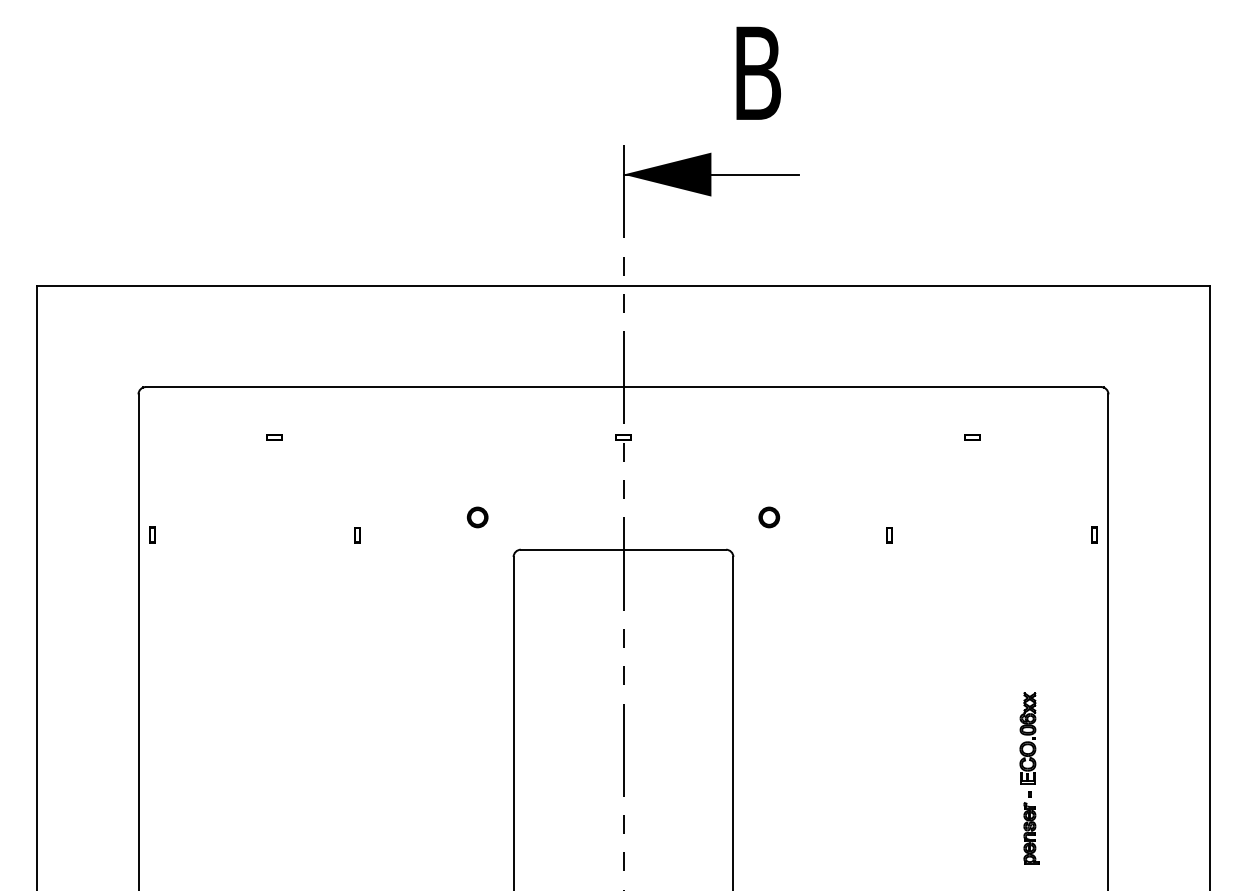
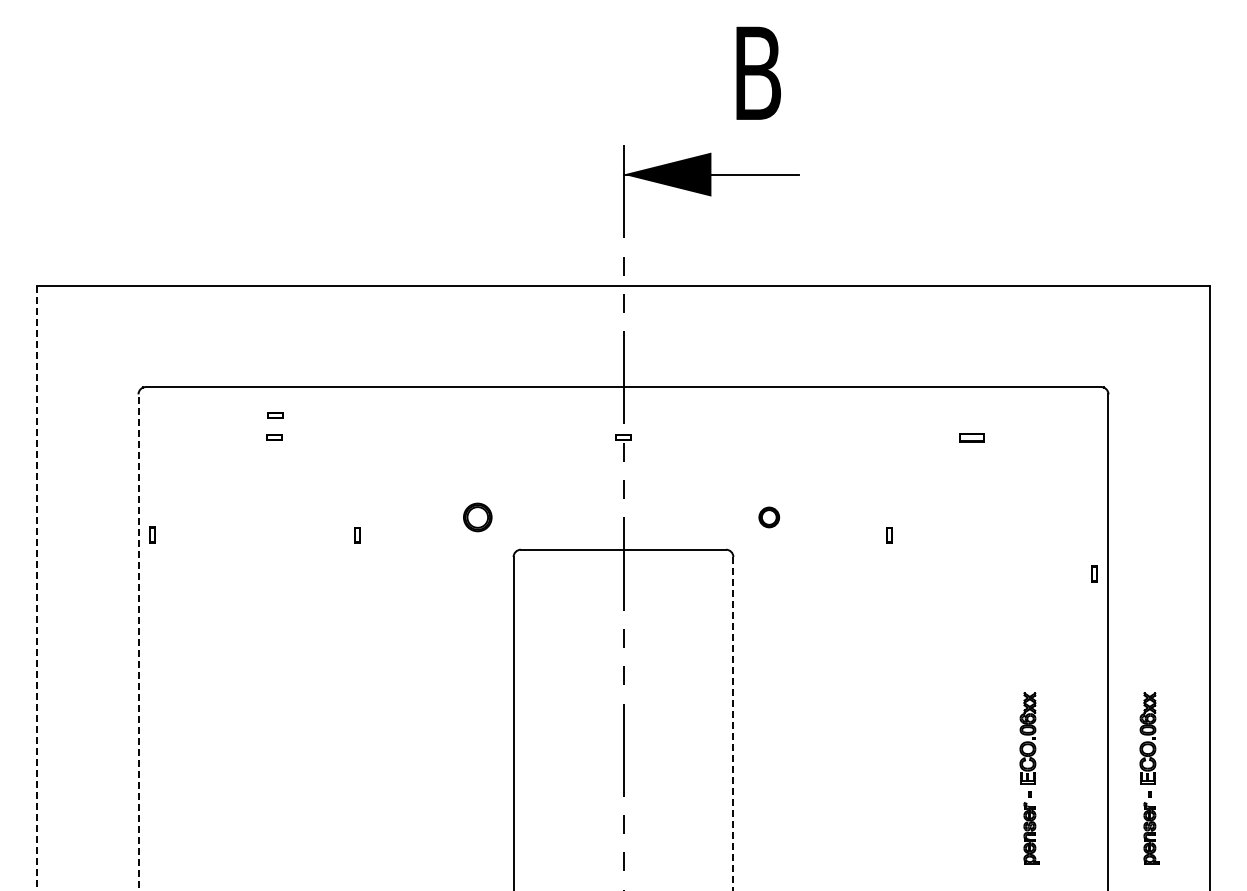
part at (275, 415): none -> present
part at (972, 437) size: 17x7 px -> 26x10 px
part at (477, 517) size: 23x23 px -> 30x31 px
part at (1094, 534) position: (1094, 534) -> (1094, 573)
line at (37, 588): solid -> dashed
line at (138, 642): solid -> dashed
line at (733, 723): solid -> dashed
part at (1149, 778): none -> present
